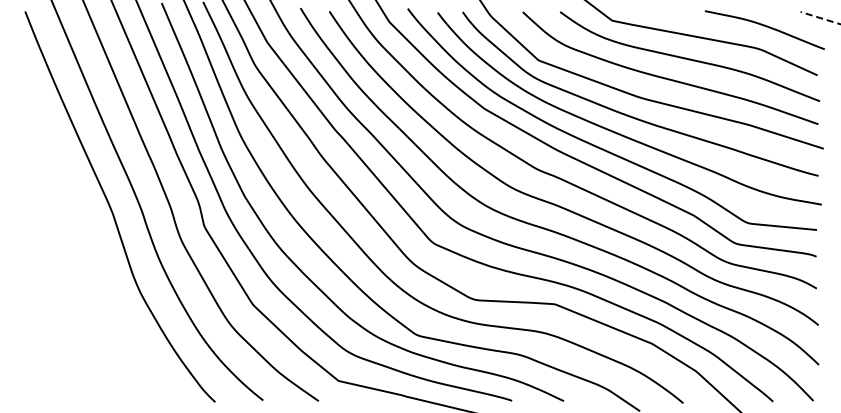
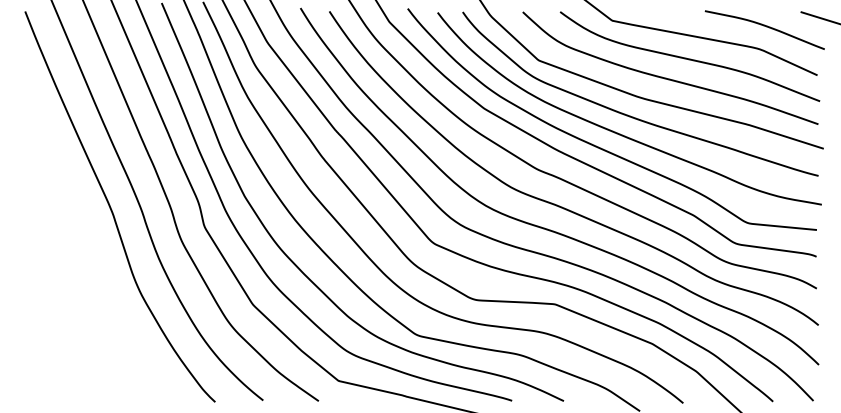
line at (820, 18): dashed -> solid
